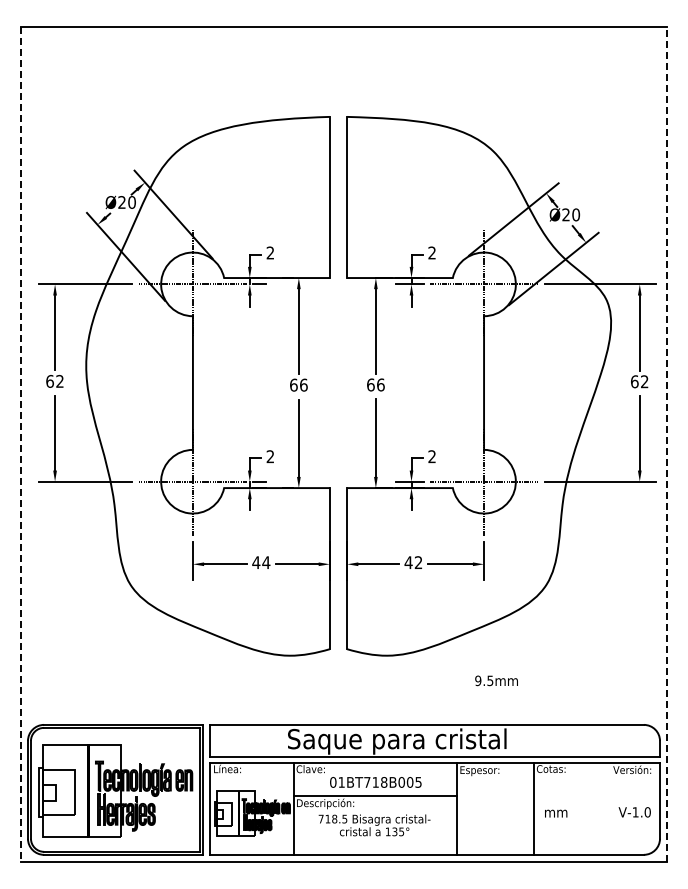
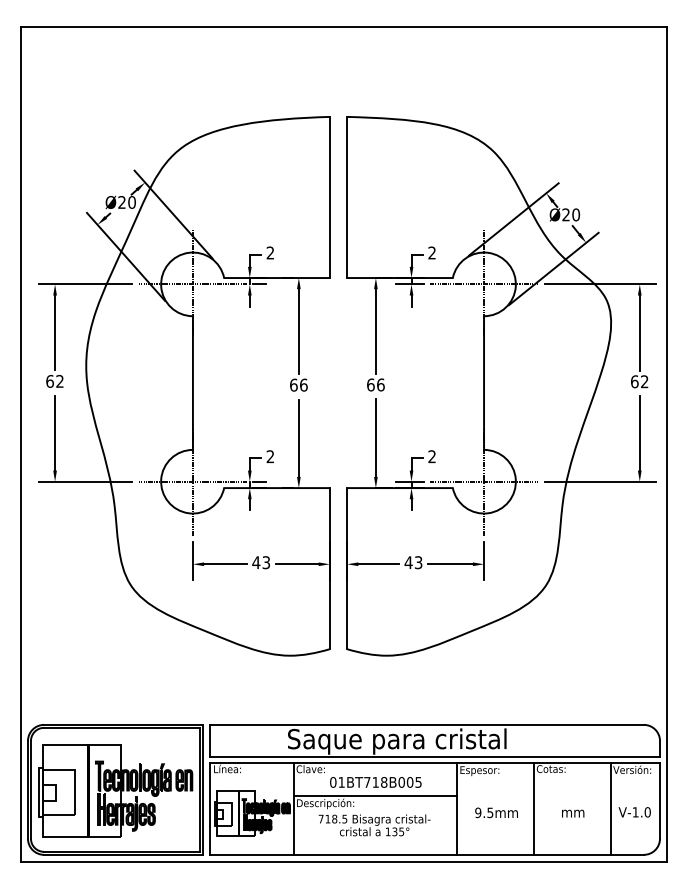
line at (20, 444): dashed -> solid
line at (667, 444): dashed -> solid
text at (266, 562): 44 -> 43
text at (418, 562): 42 -> 43
text at (496, 680) position: (496, 680) -> (496, 812)
line at (610, 808): none -> present
text at (556, 813) position: (556, 813) -> (573, 813)
